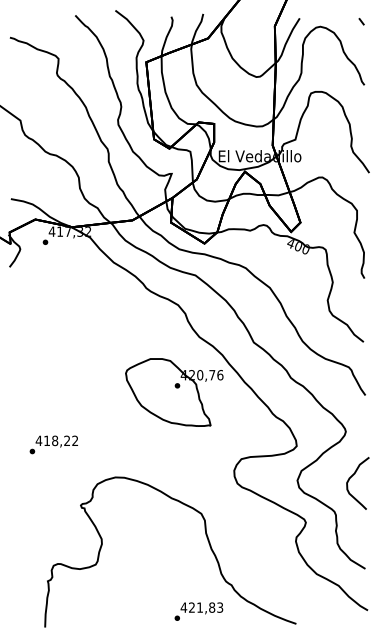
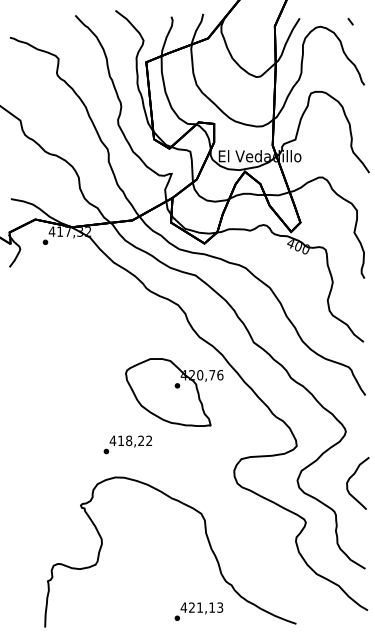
line at (361, 21) position: (361, 21) -> (350, 21)
text at (53, 444) position: (53, 444) -> (127, 444)
text at (212, 607): 421,83 -> 421,13
